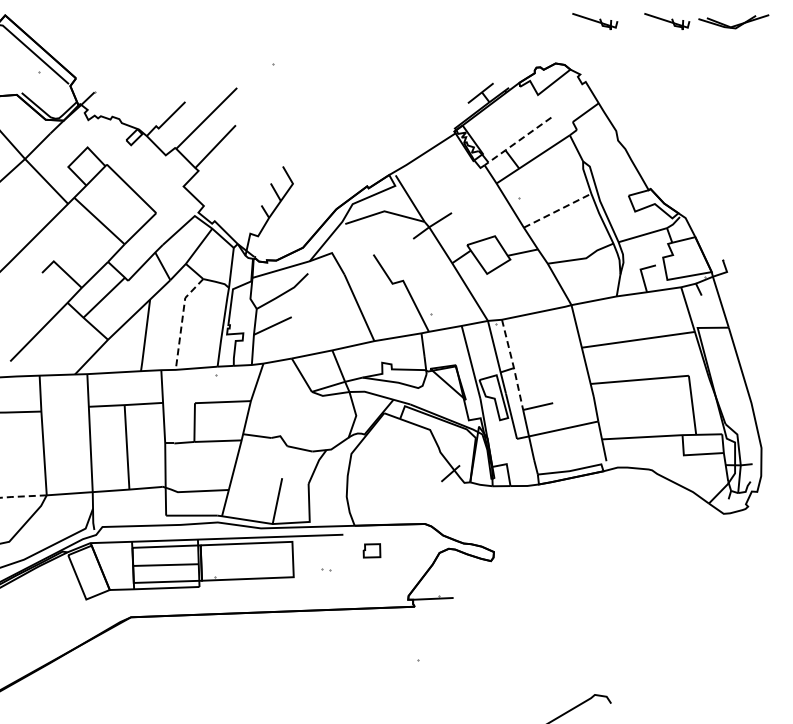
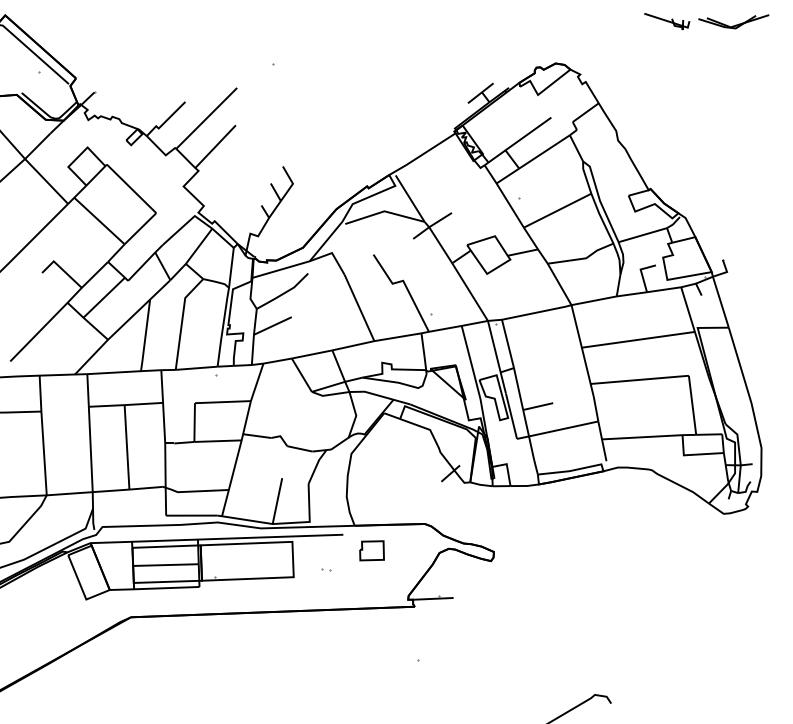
part at (595, 21): present -> none
line at (516, 142): dashed -> solid
line at (557, 210): dashed -> solid
line at (182, 320): dashed -> solid
line at (513, 365): dashed -> solid
line at (22, 496): dashed -> solid
part at (371, 550) size: 20x16 px -> 26x22 px
